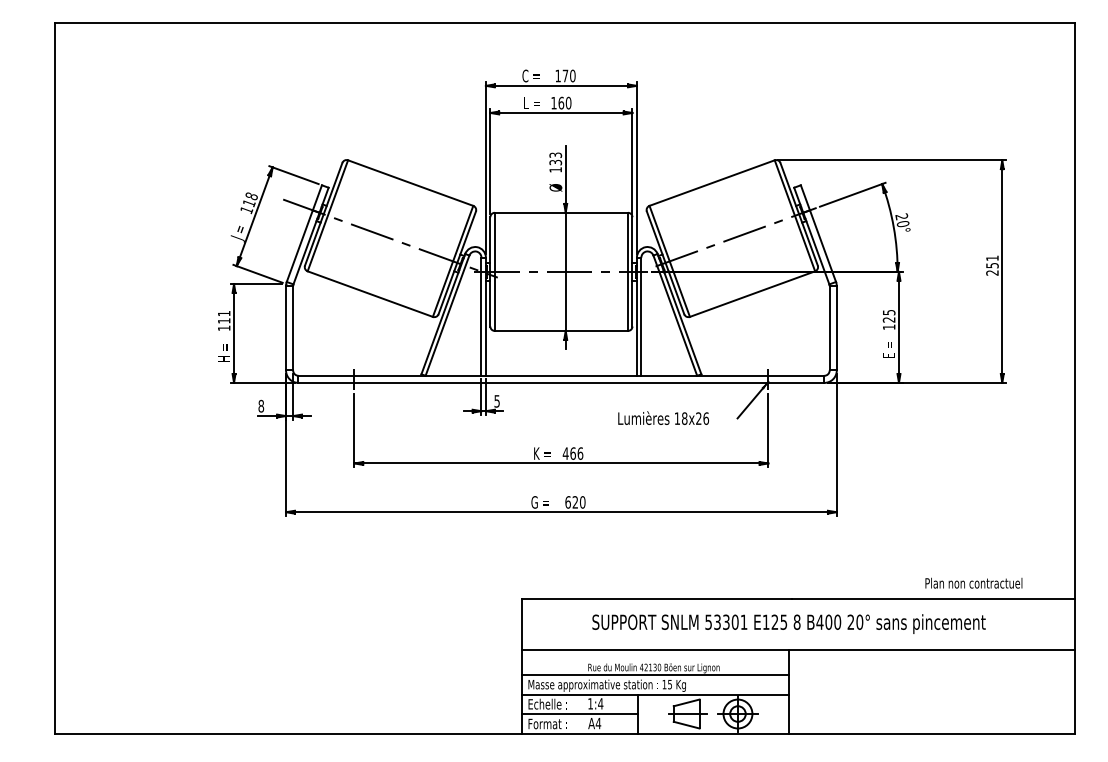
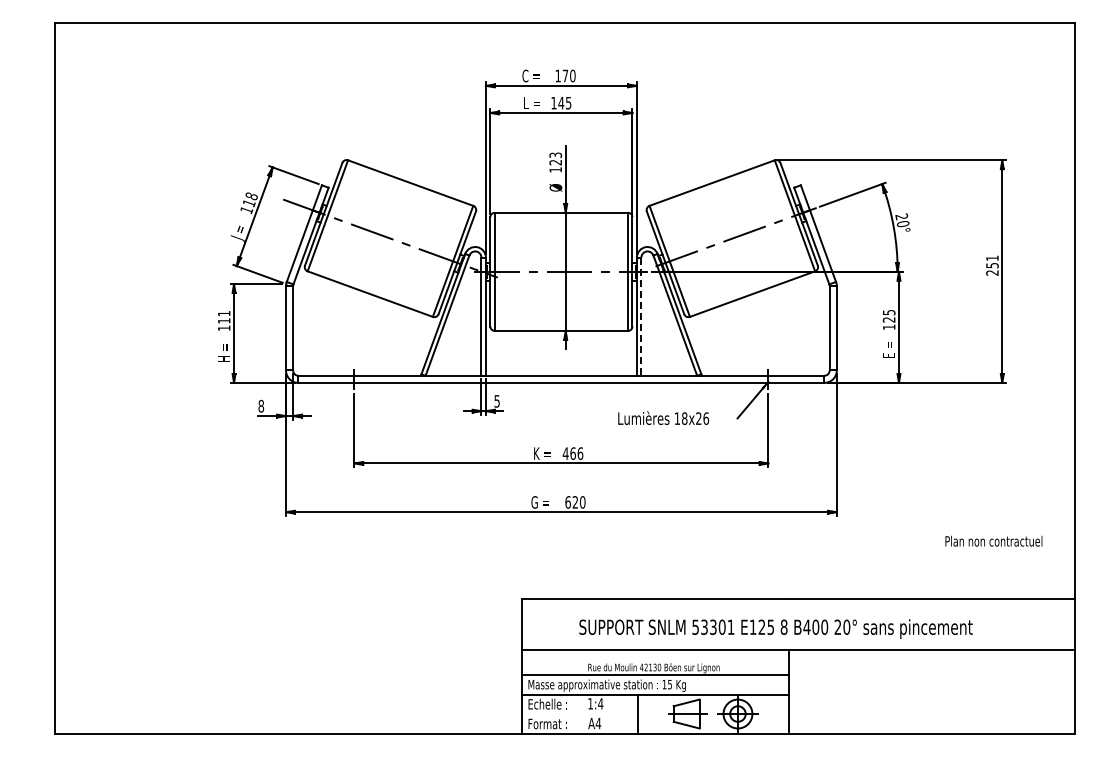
text at (564, 102): 160 -> 145
text at (555, 162): 133 -> 123
line at (641, 317): solid -> dashed
text at (973, 582) position: (973, 582) -> (993, 540)
text at (788, 623) position: (788, 623) -> (775, 628)
line at (579, 714): present -> none
